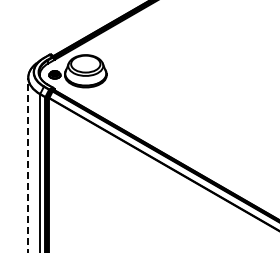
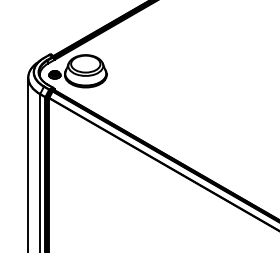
line at (28, 164): dashed -> solid
